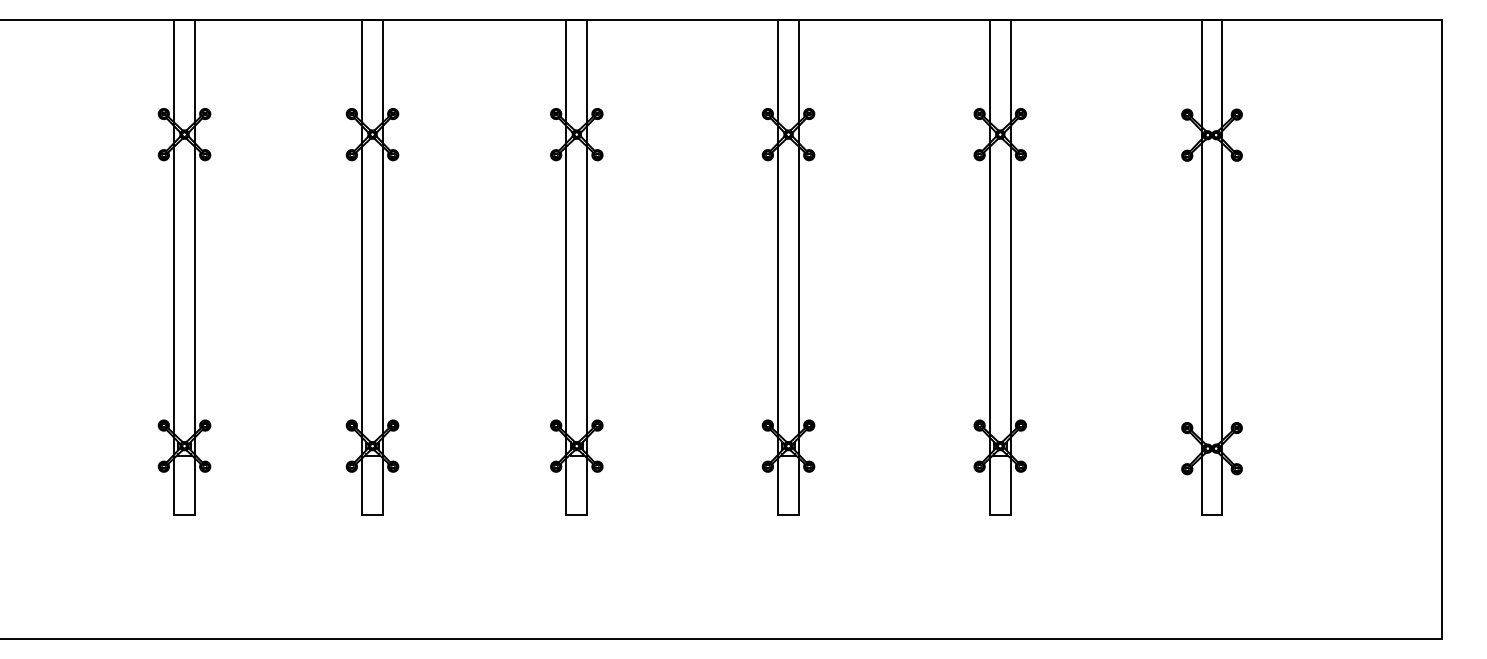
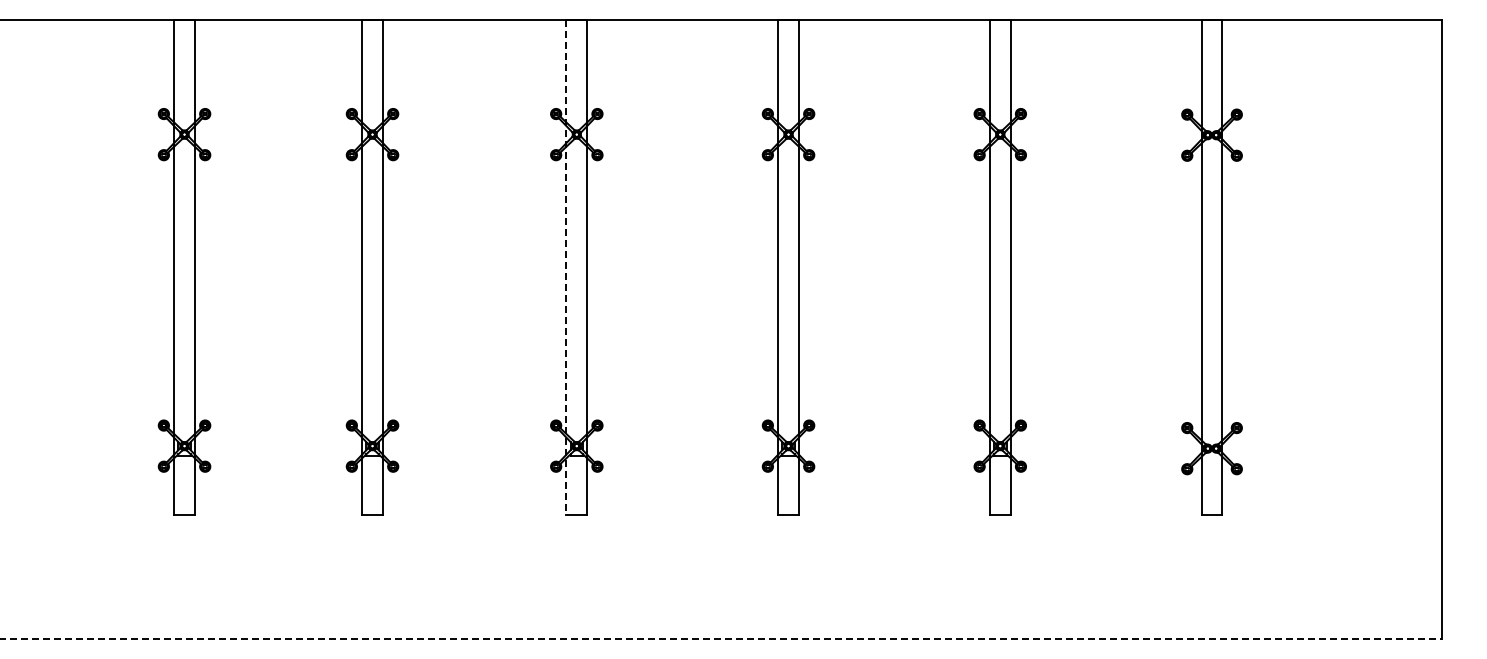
line at (566, 267): solid -> dashed
line at (721, 639): solid -> dashed
